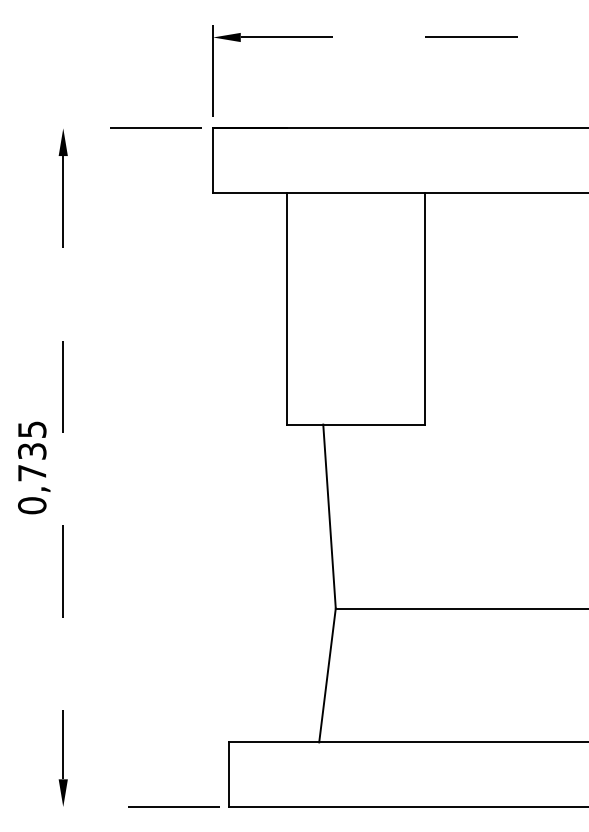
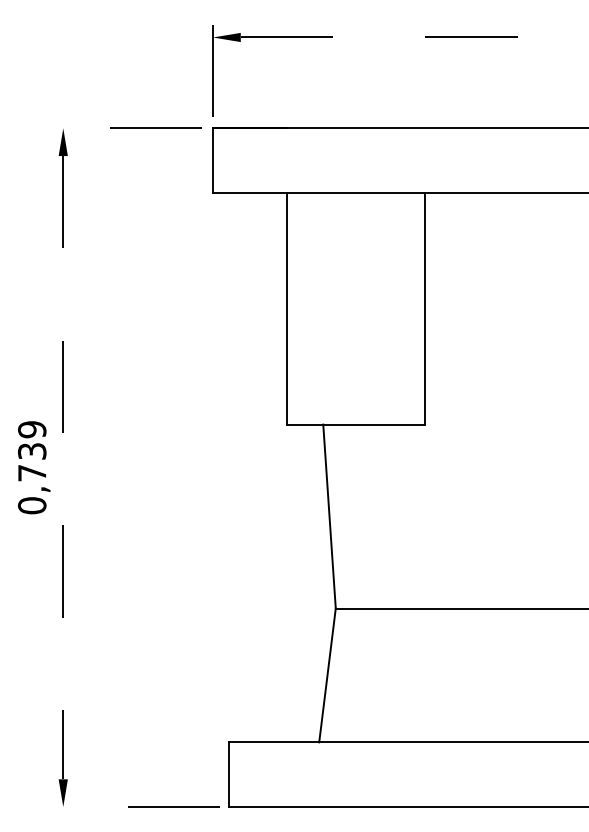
text at (32, 429): 0,735 -> 0,739
